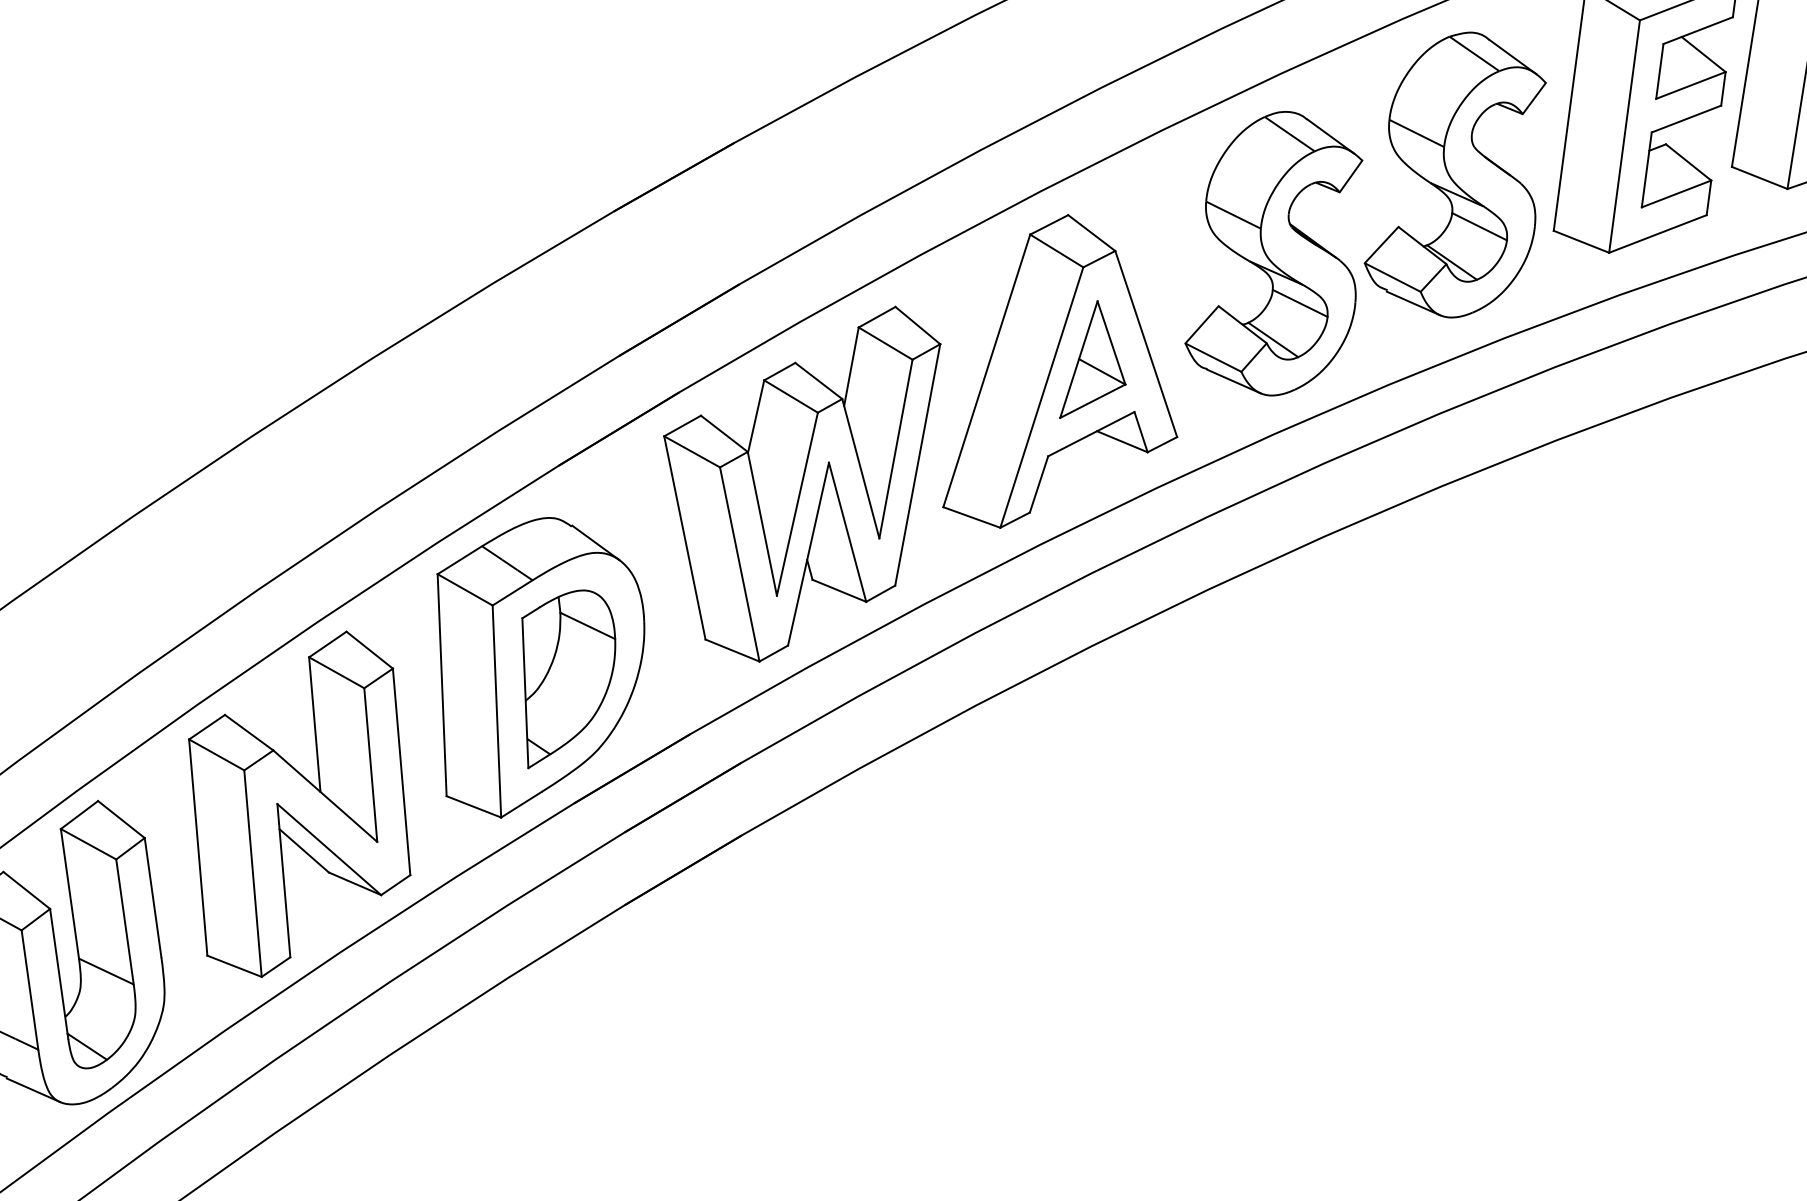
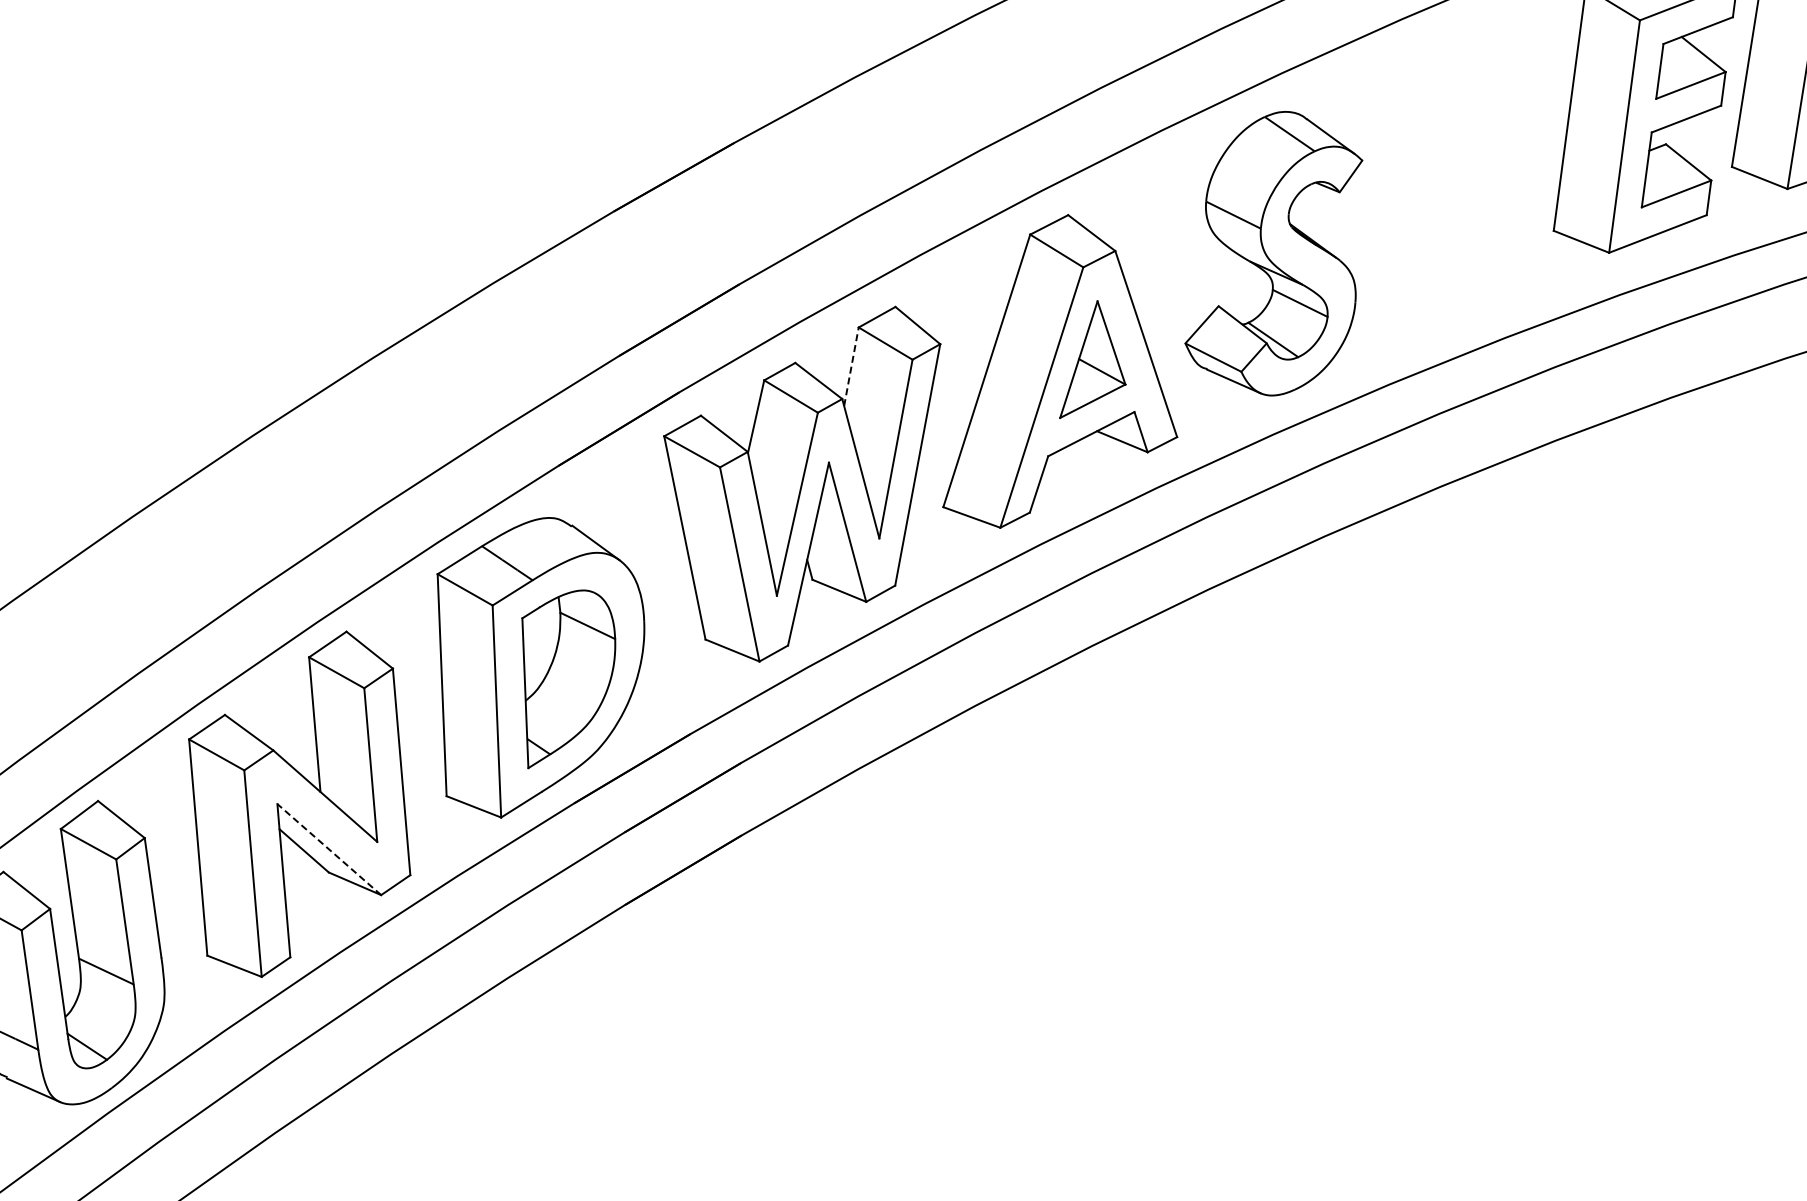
part at (1454, 174): present -> none
line at (851, 366): solid -> dashed
line at (328, 849): solid -> dashed
